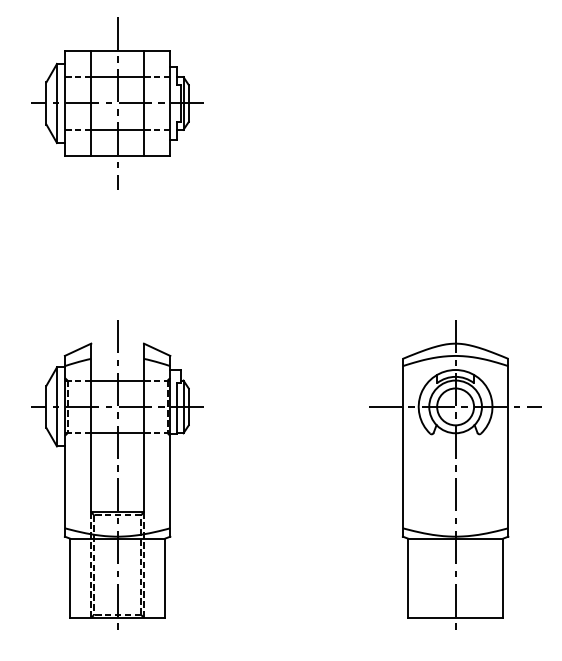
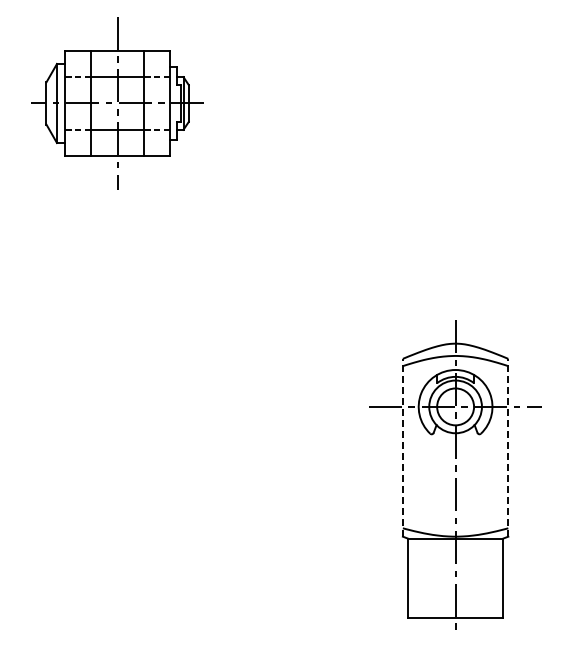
line at (402, 447): solid -> dashed
line at (508, 447): solid -> dashed
part at (117, 474): present -> none
